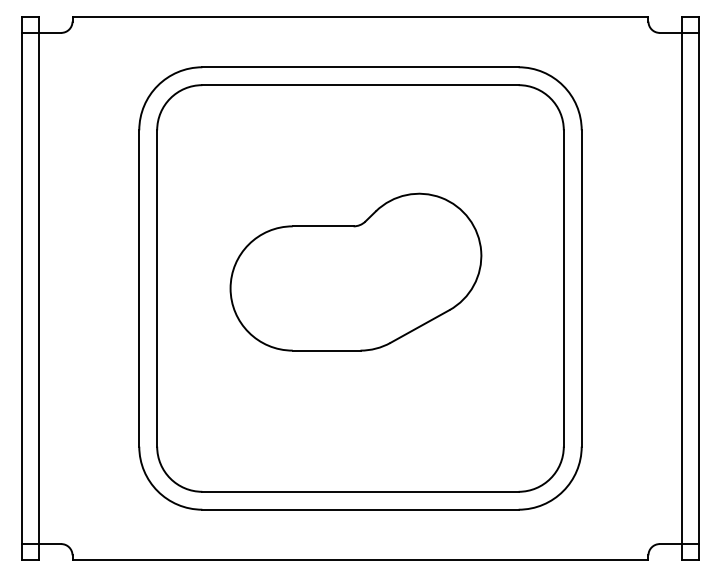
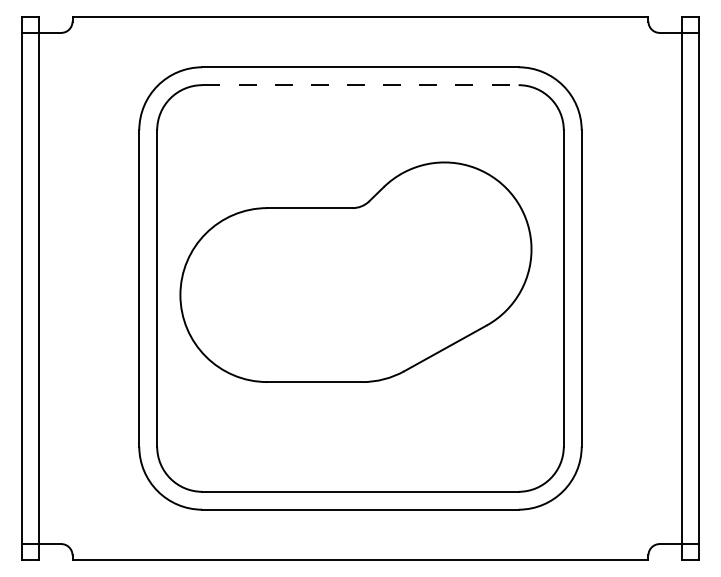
line at (360, 85): solid -> dashed
part at (355, 271) size: 254x160 px -> 354x222 px
